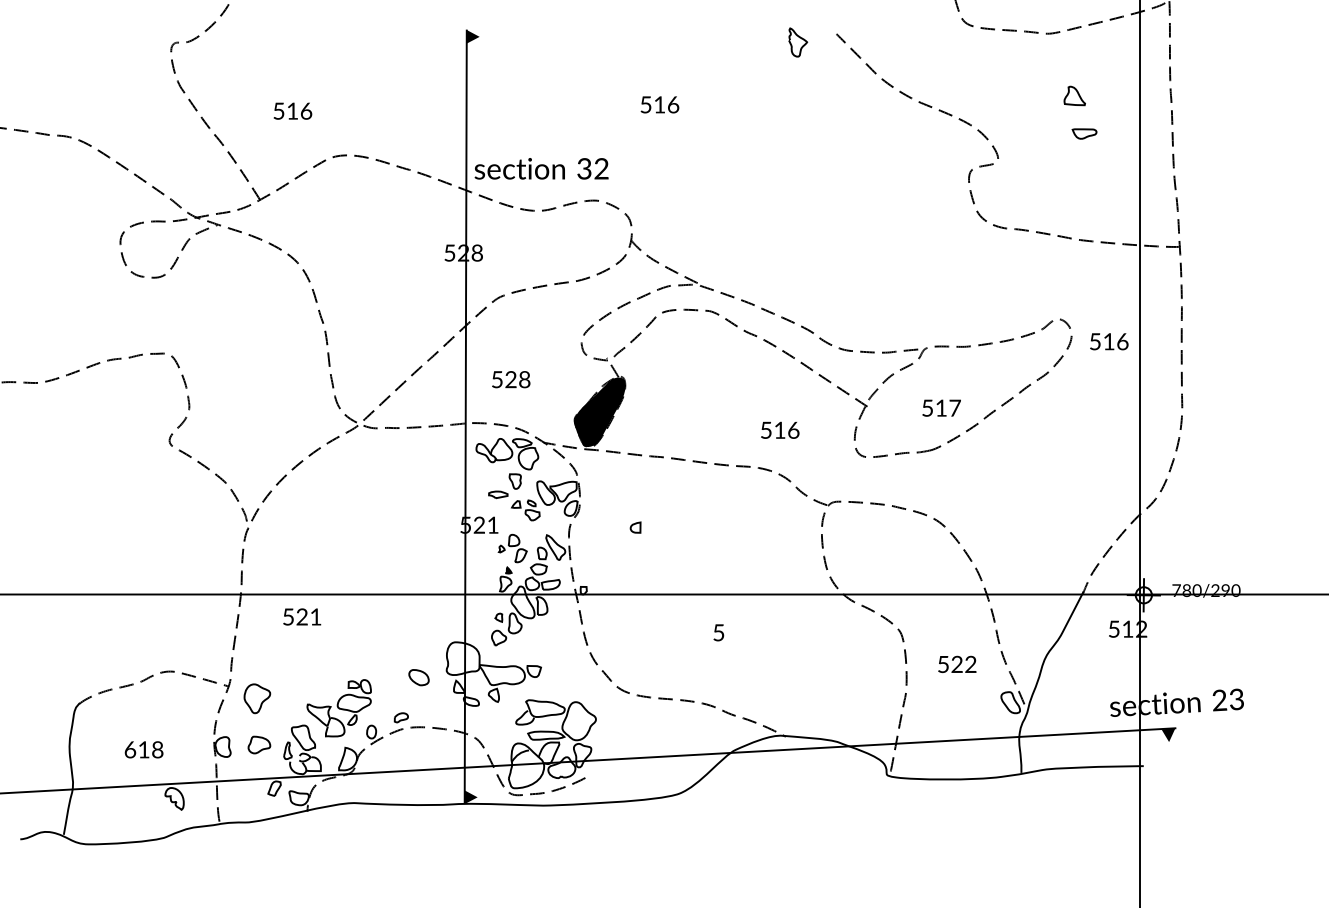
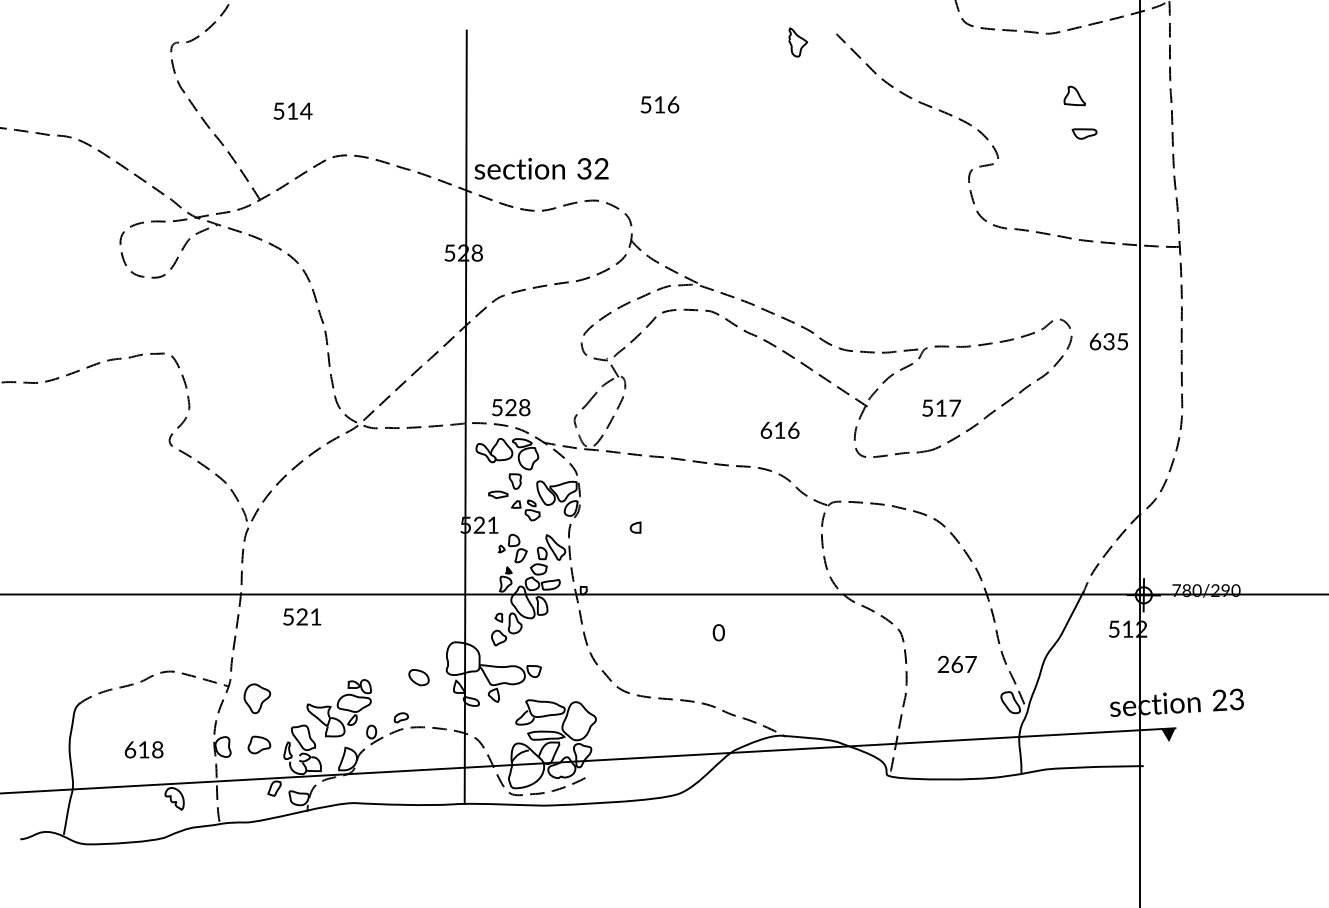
fill at (472, 36): present -> none
text at (306, 111): 516 -> 514
text at (1108, 341): 516 -> 635
text at (511, 379) position: (511, 379) -> (511, 407)
fill at (599, 412): present -> none
text at (766, 429): 516 -> 616
text at (718, 632): 5 -> 0
text at (956, 664): 522 -> 267
fill at (470, 797): present -> none
